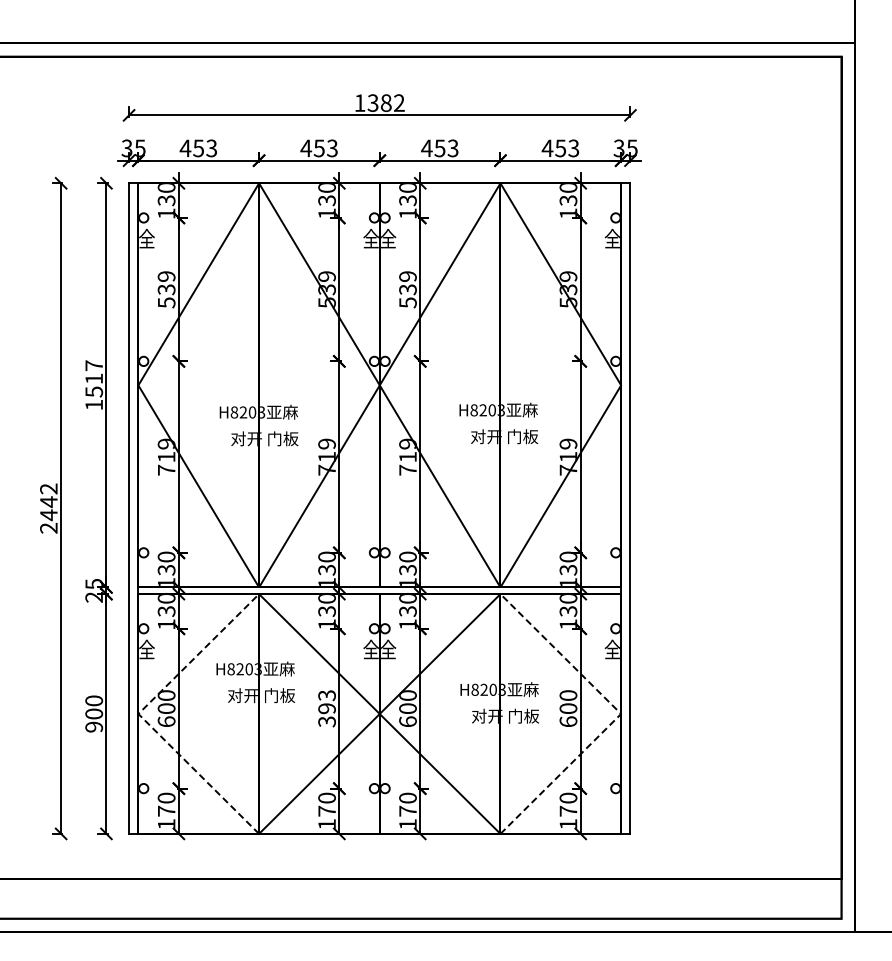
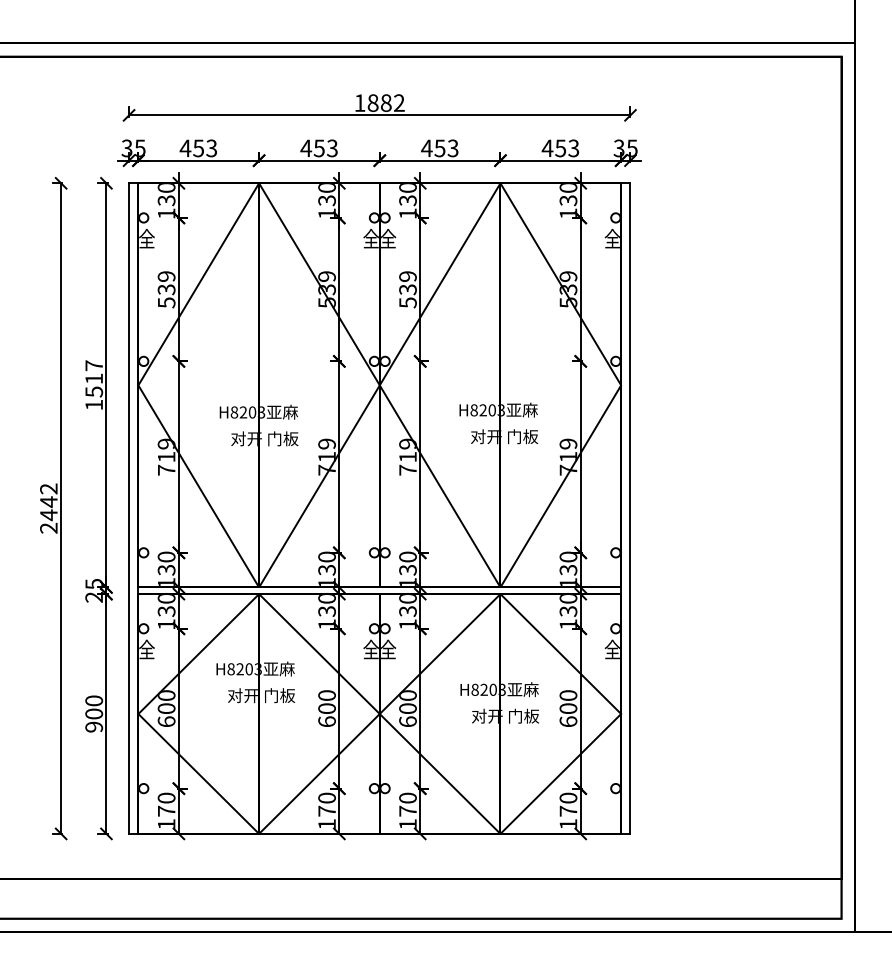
text at (372, 102): 1382 -> 1882
text at (326, 708): 393 -> 600
line at (138, 714): dashed -> solid
line at (621, 714): dashed -> solid
